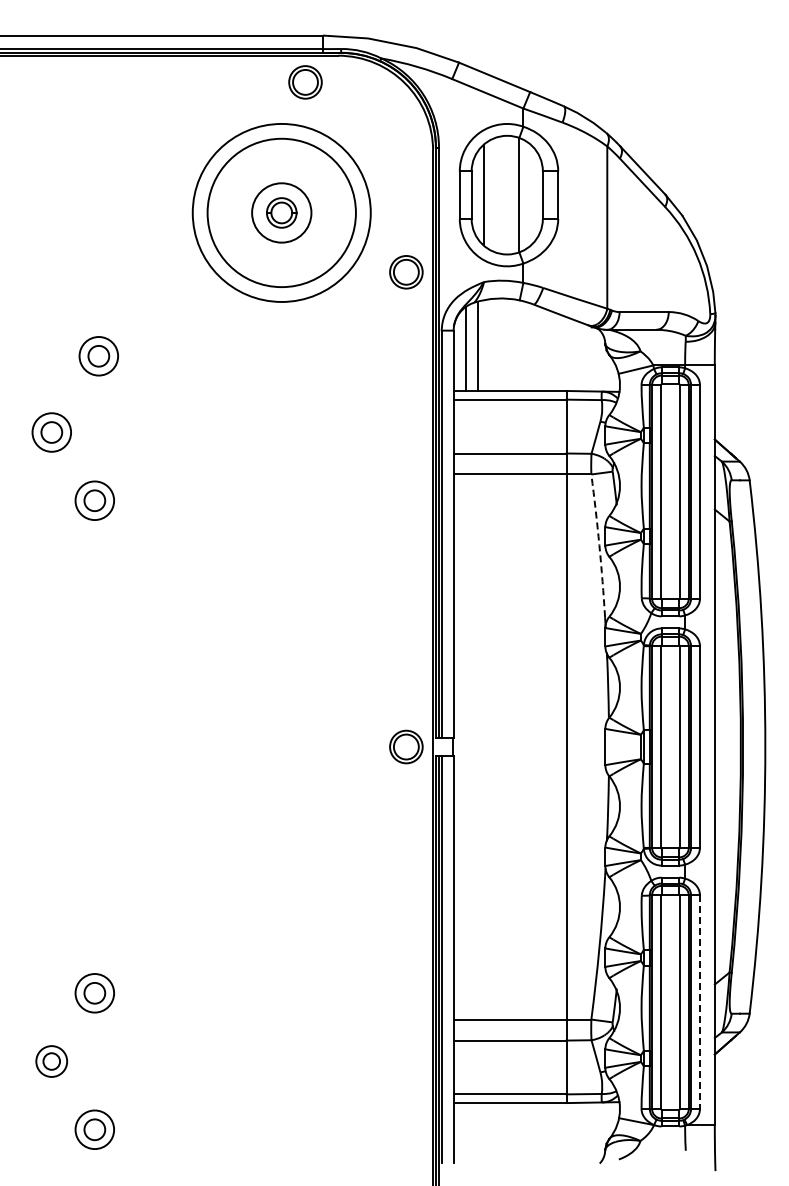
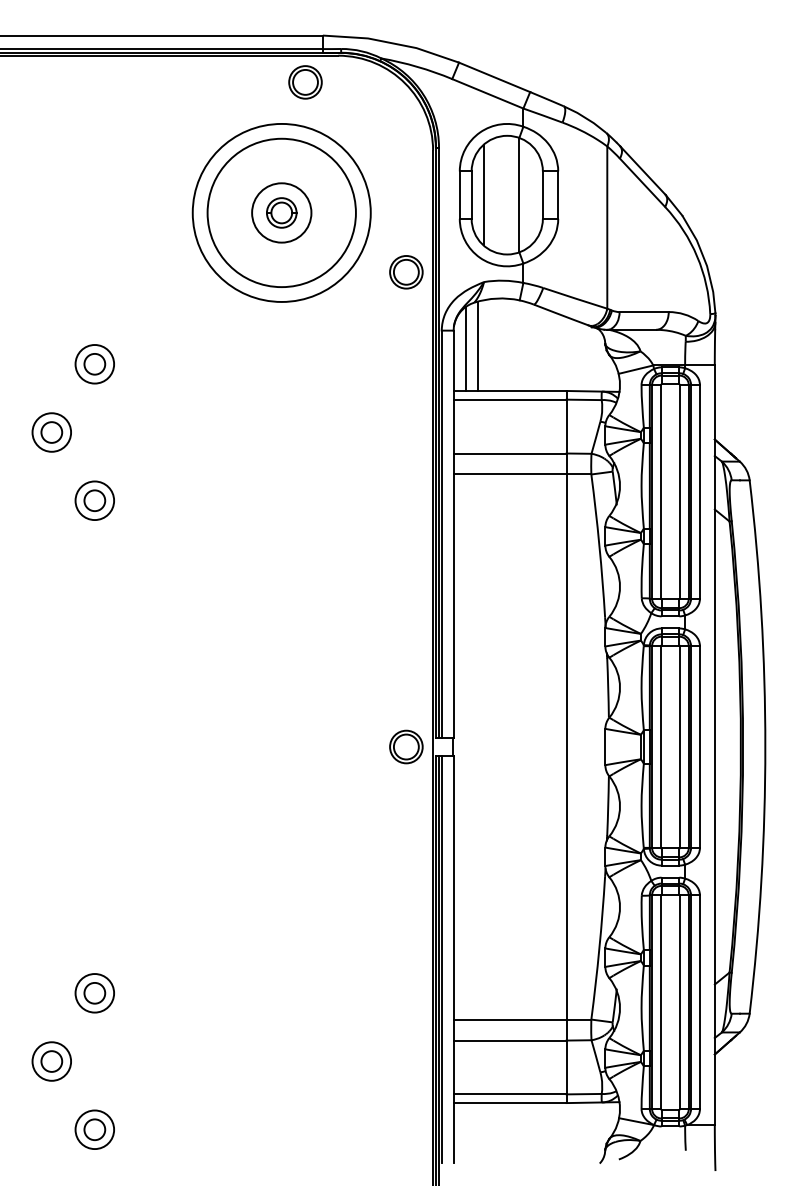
part at (98, 356) position: (98, 356) -> (94, 364)
arc at (599, 545): dashed -> solid
line at (699, 1002): dashed -> solid
part at (51, 1061) size: 34x33 px -> 41x41 px
